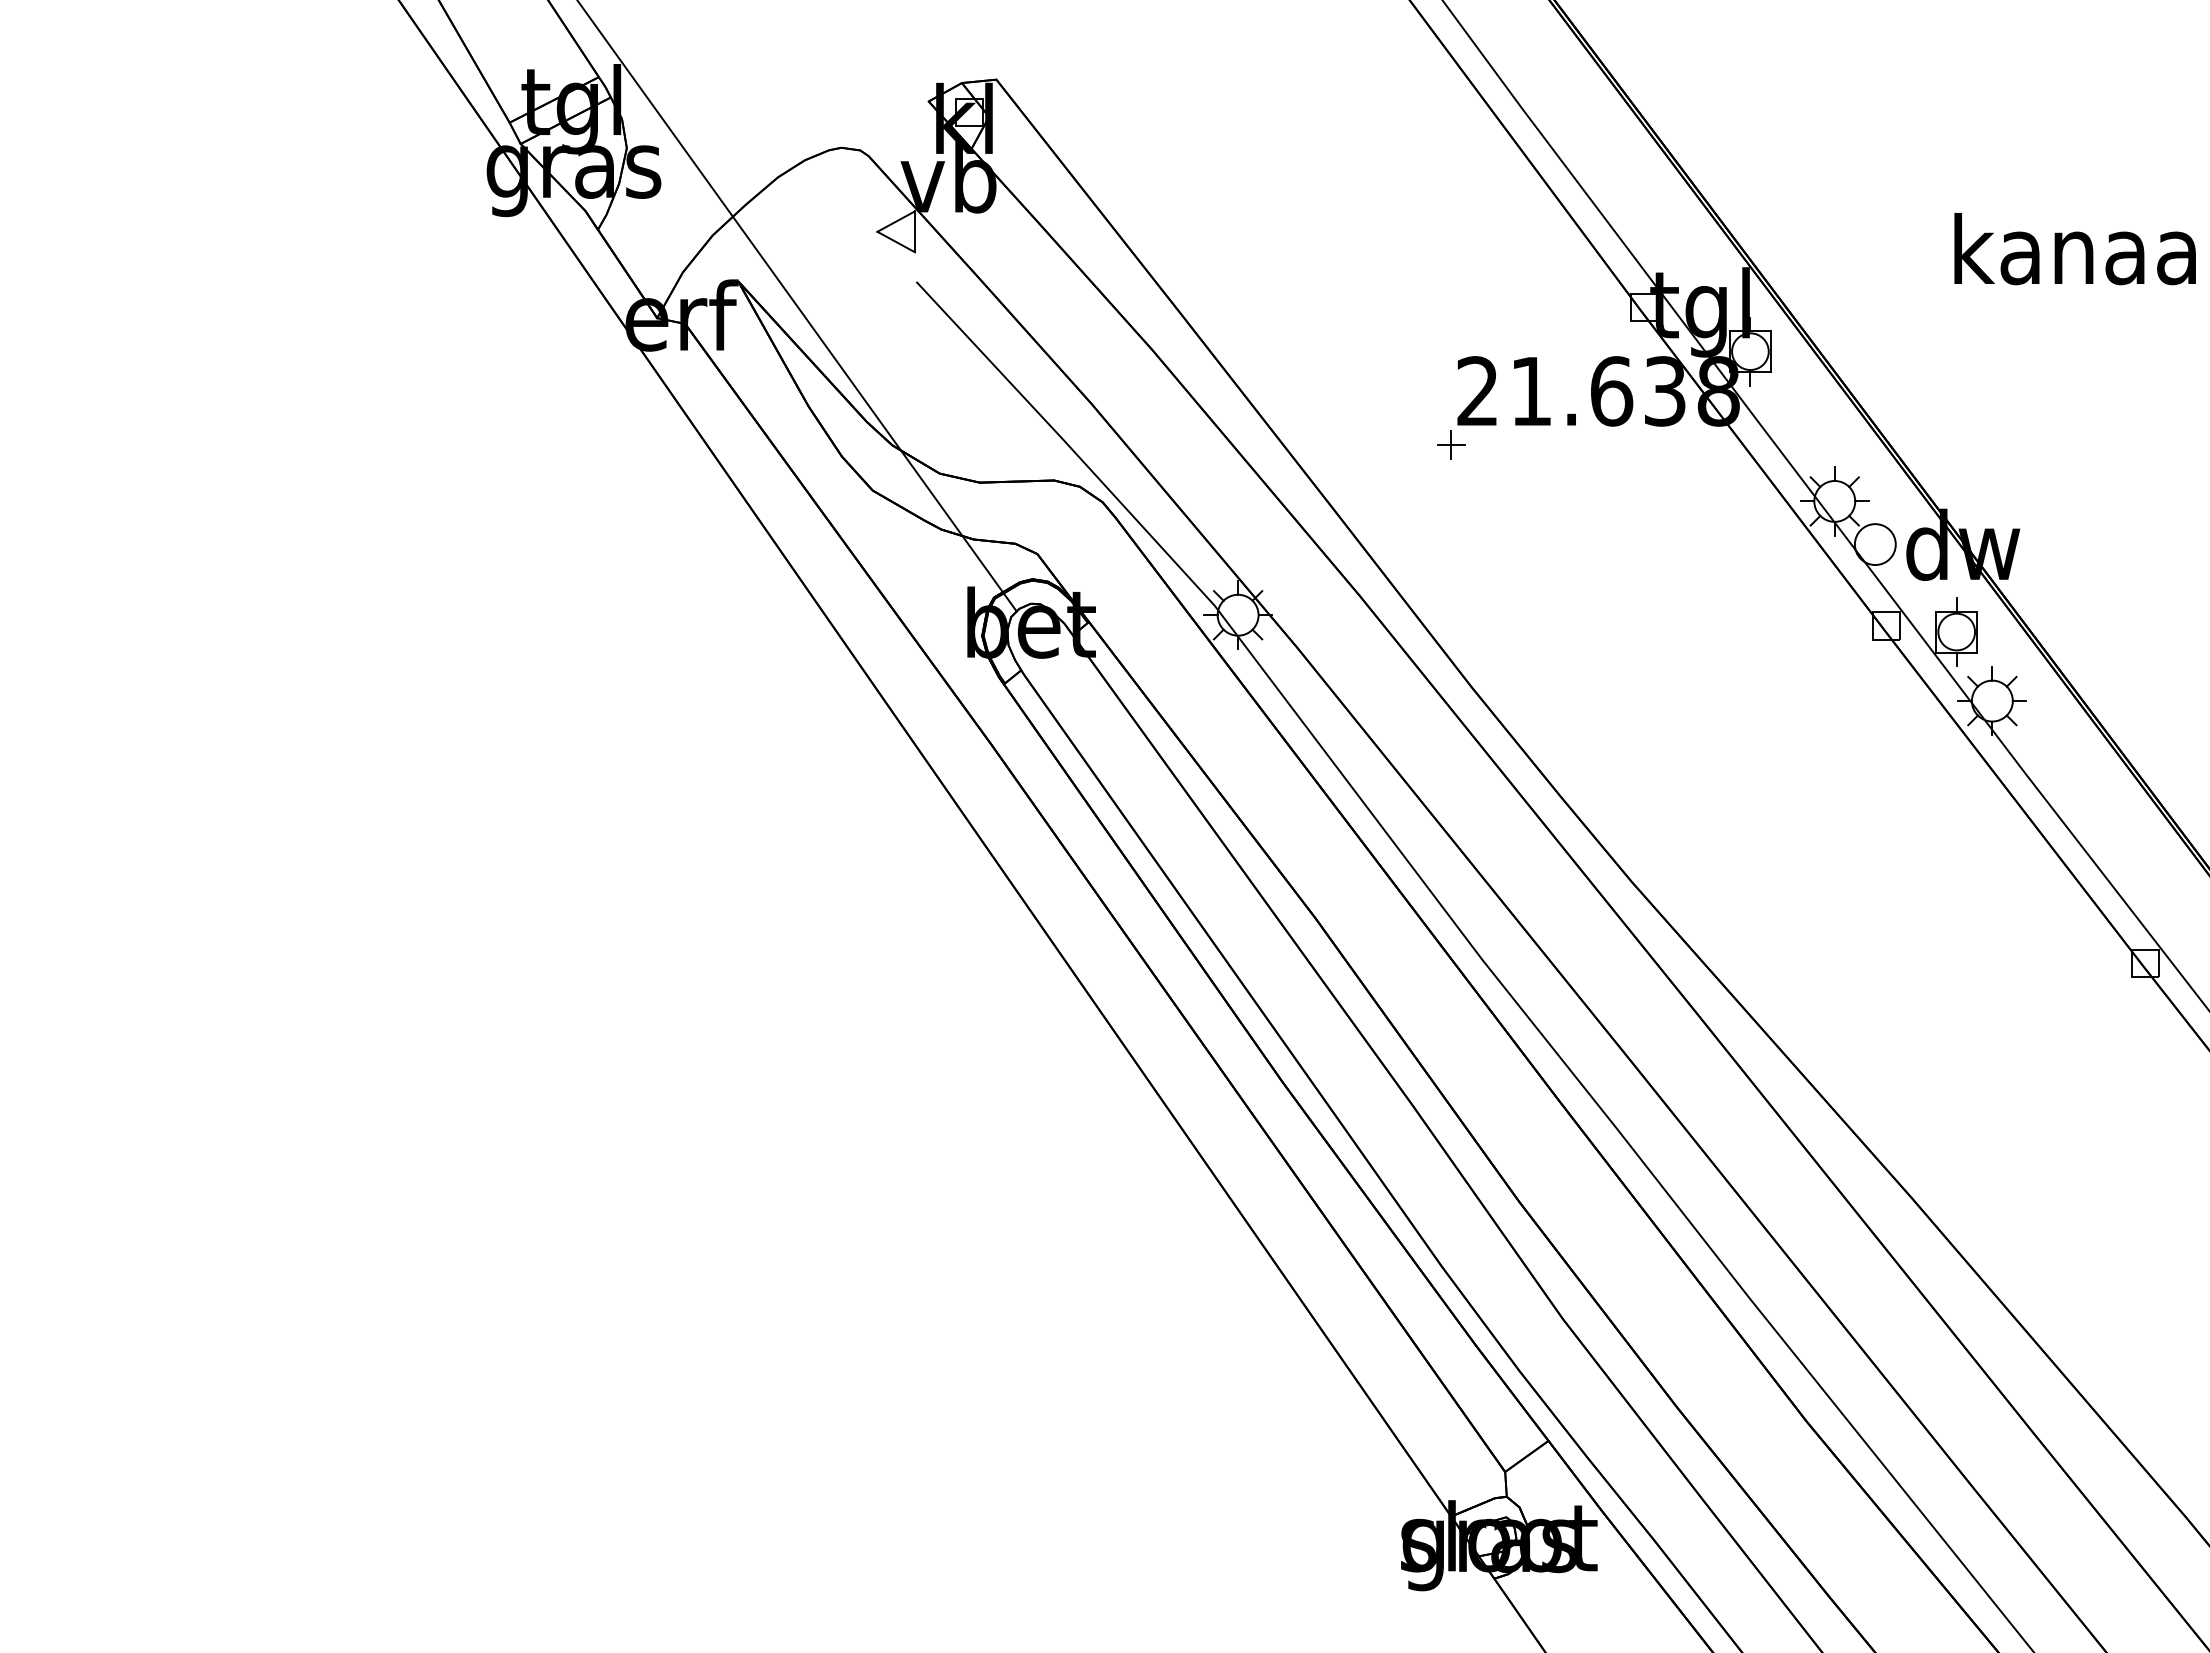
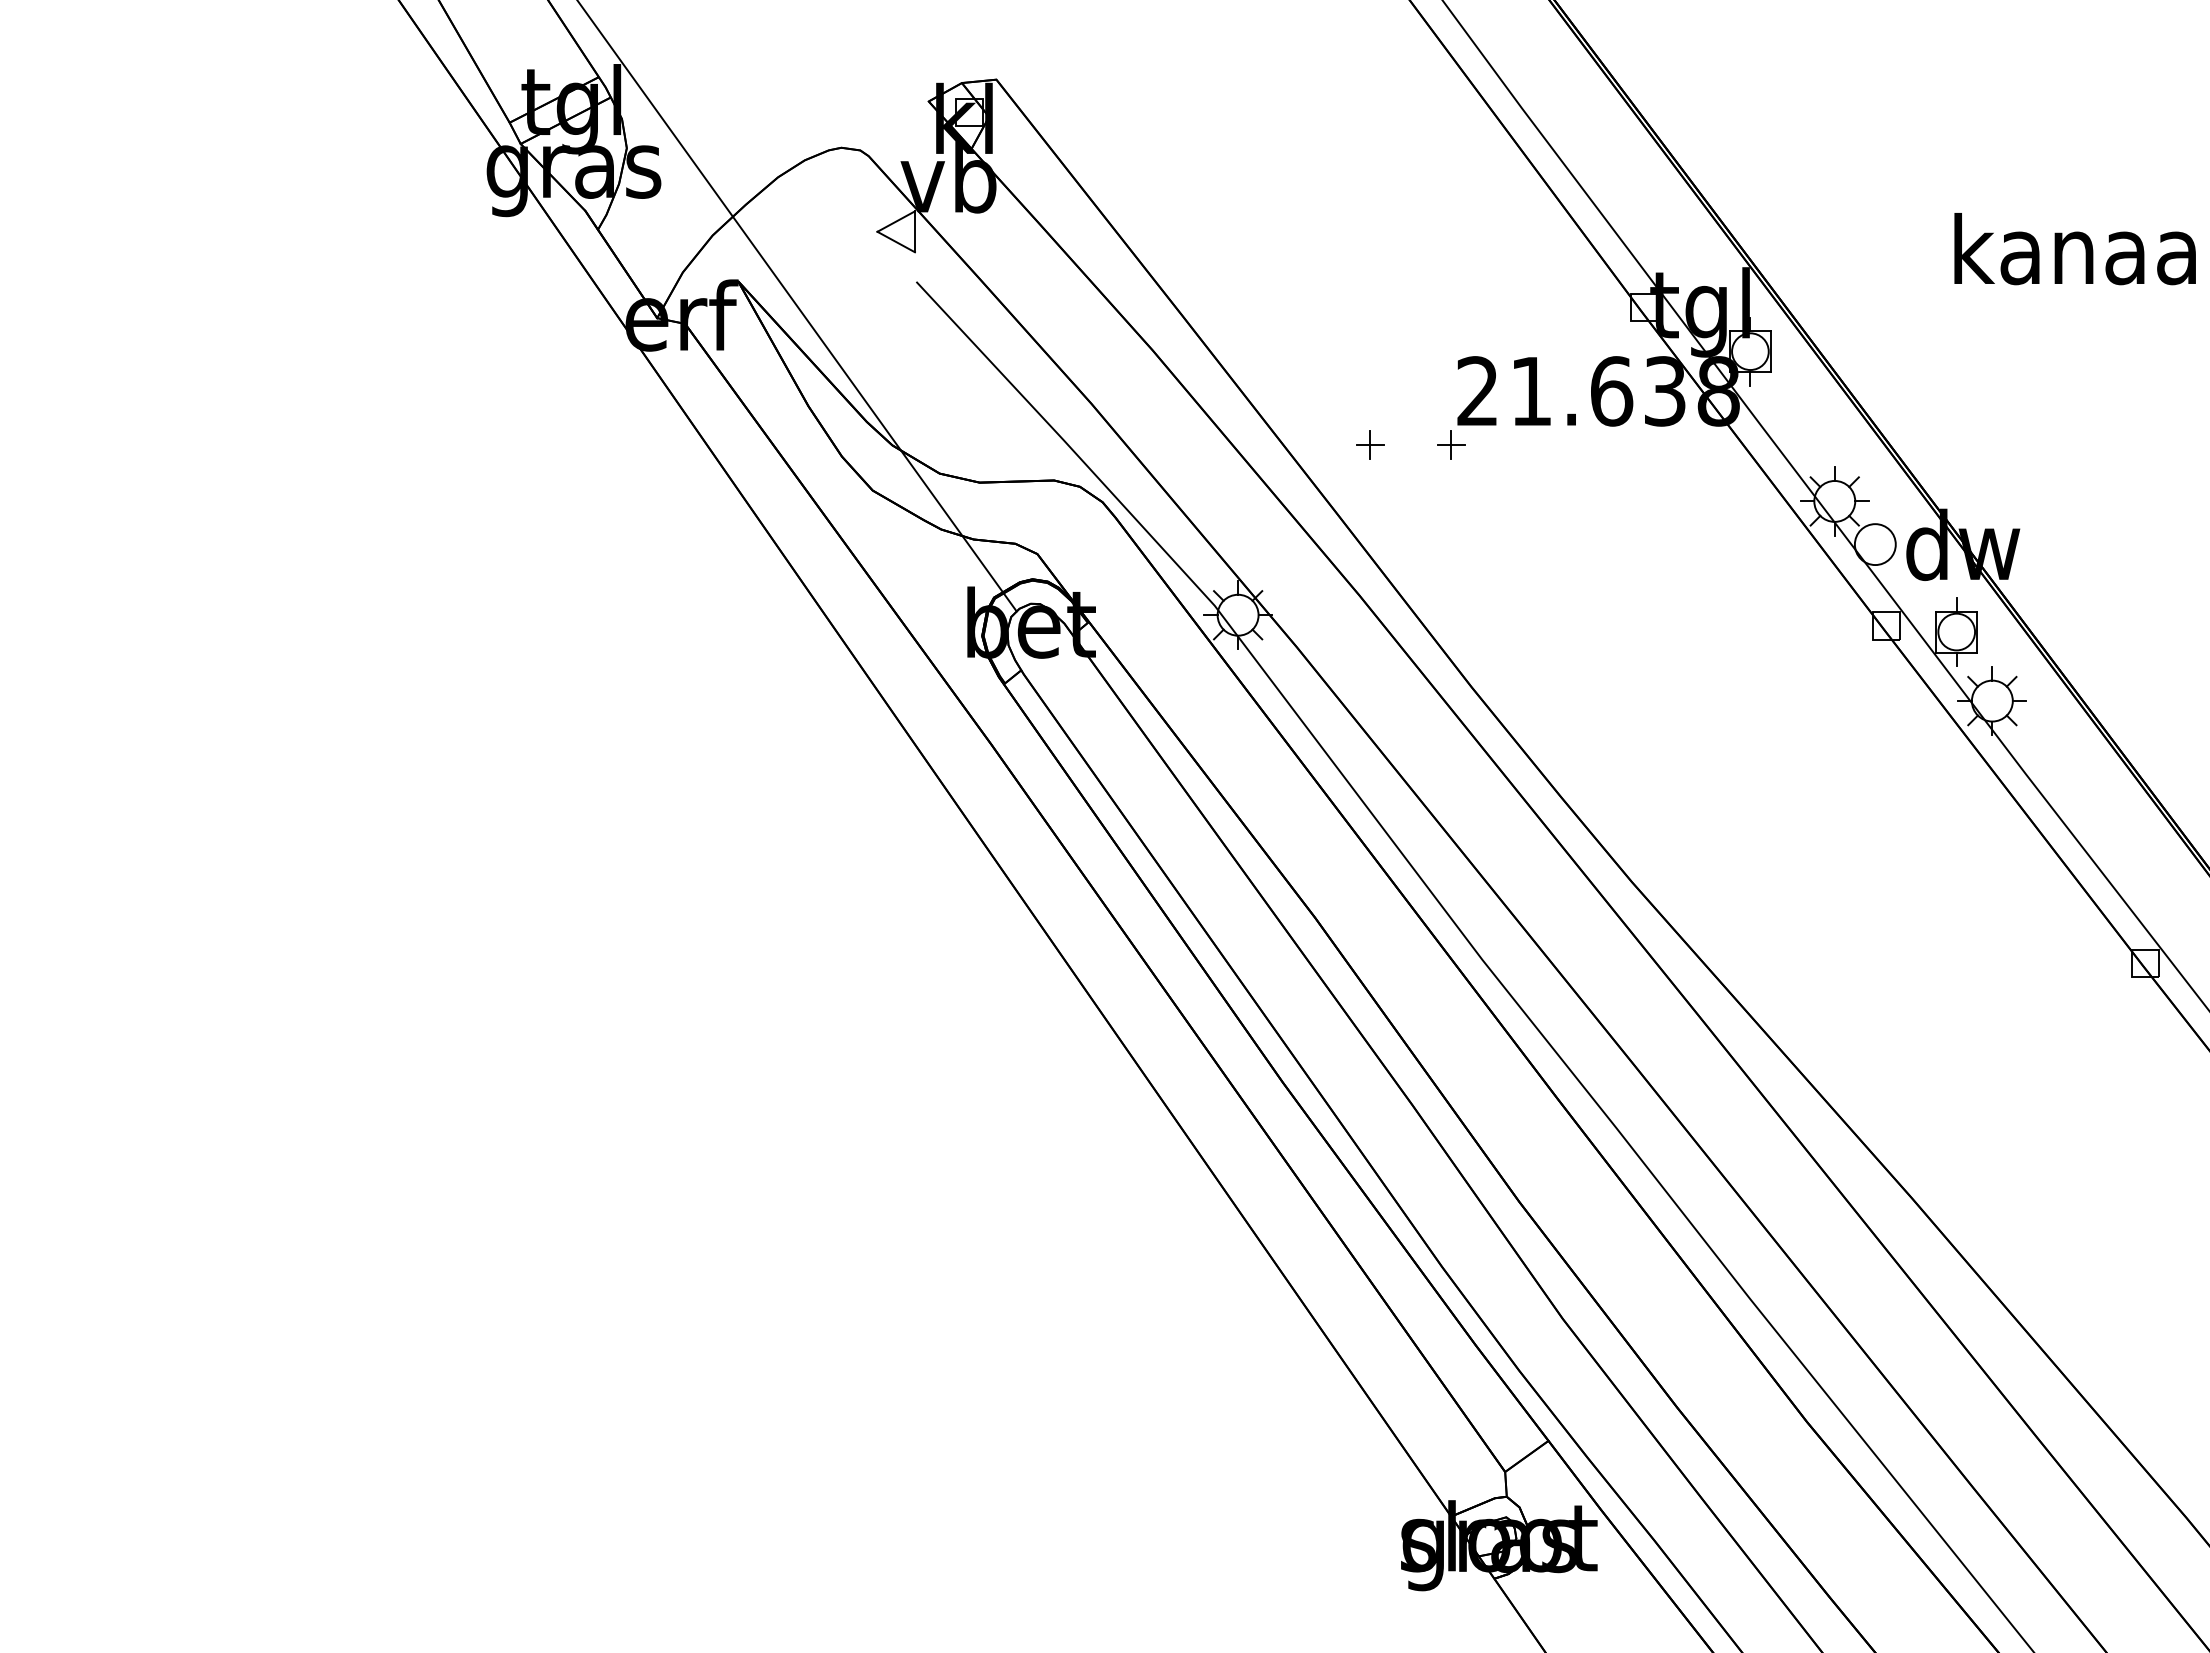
part at (1370, 444): none -> present
